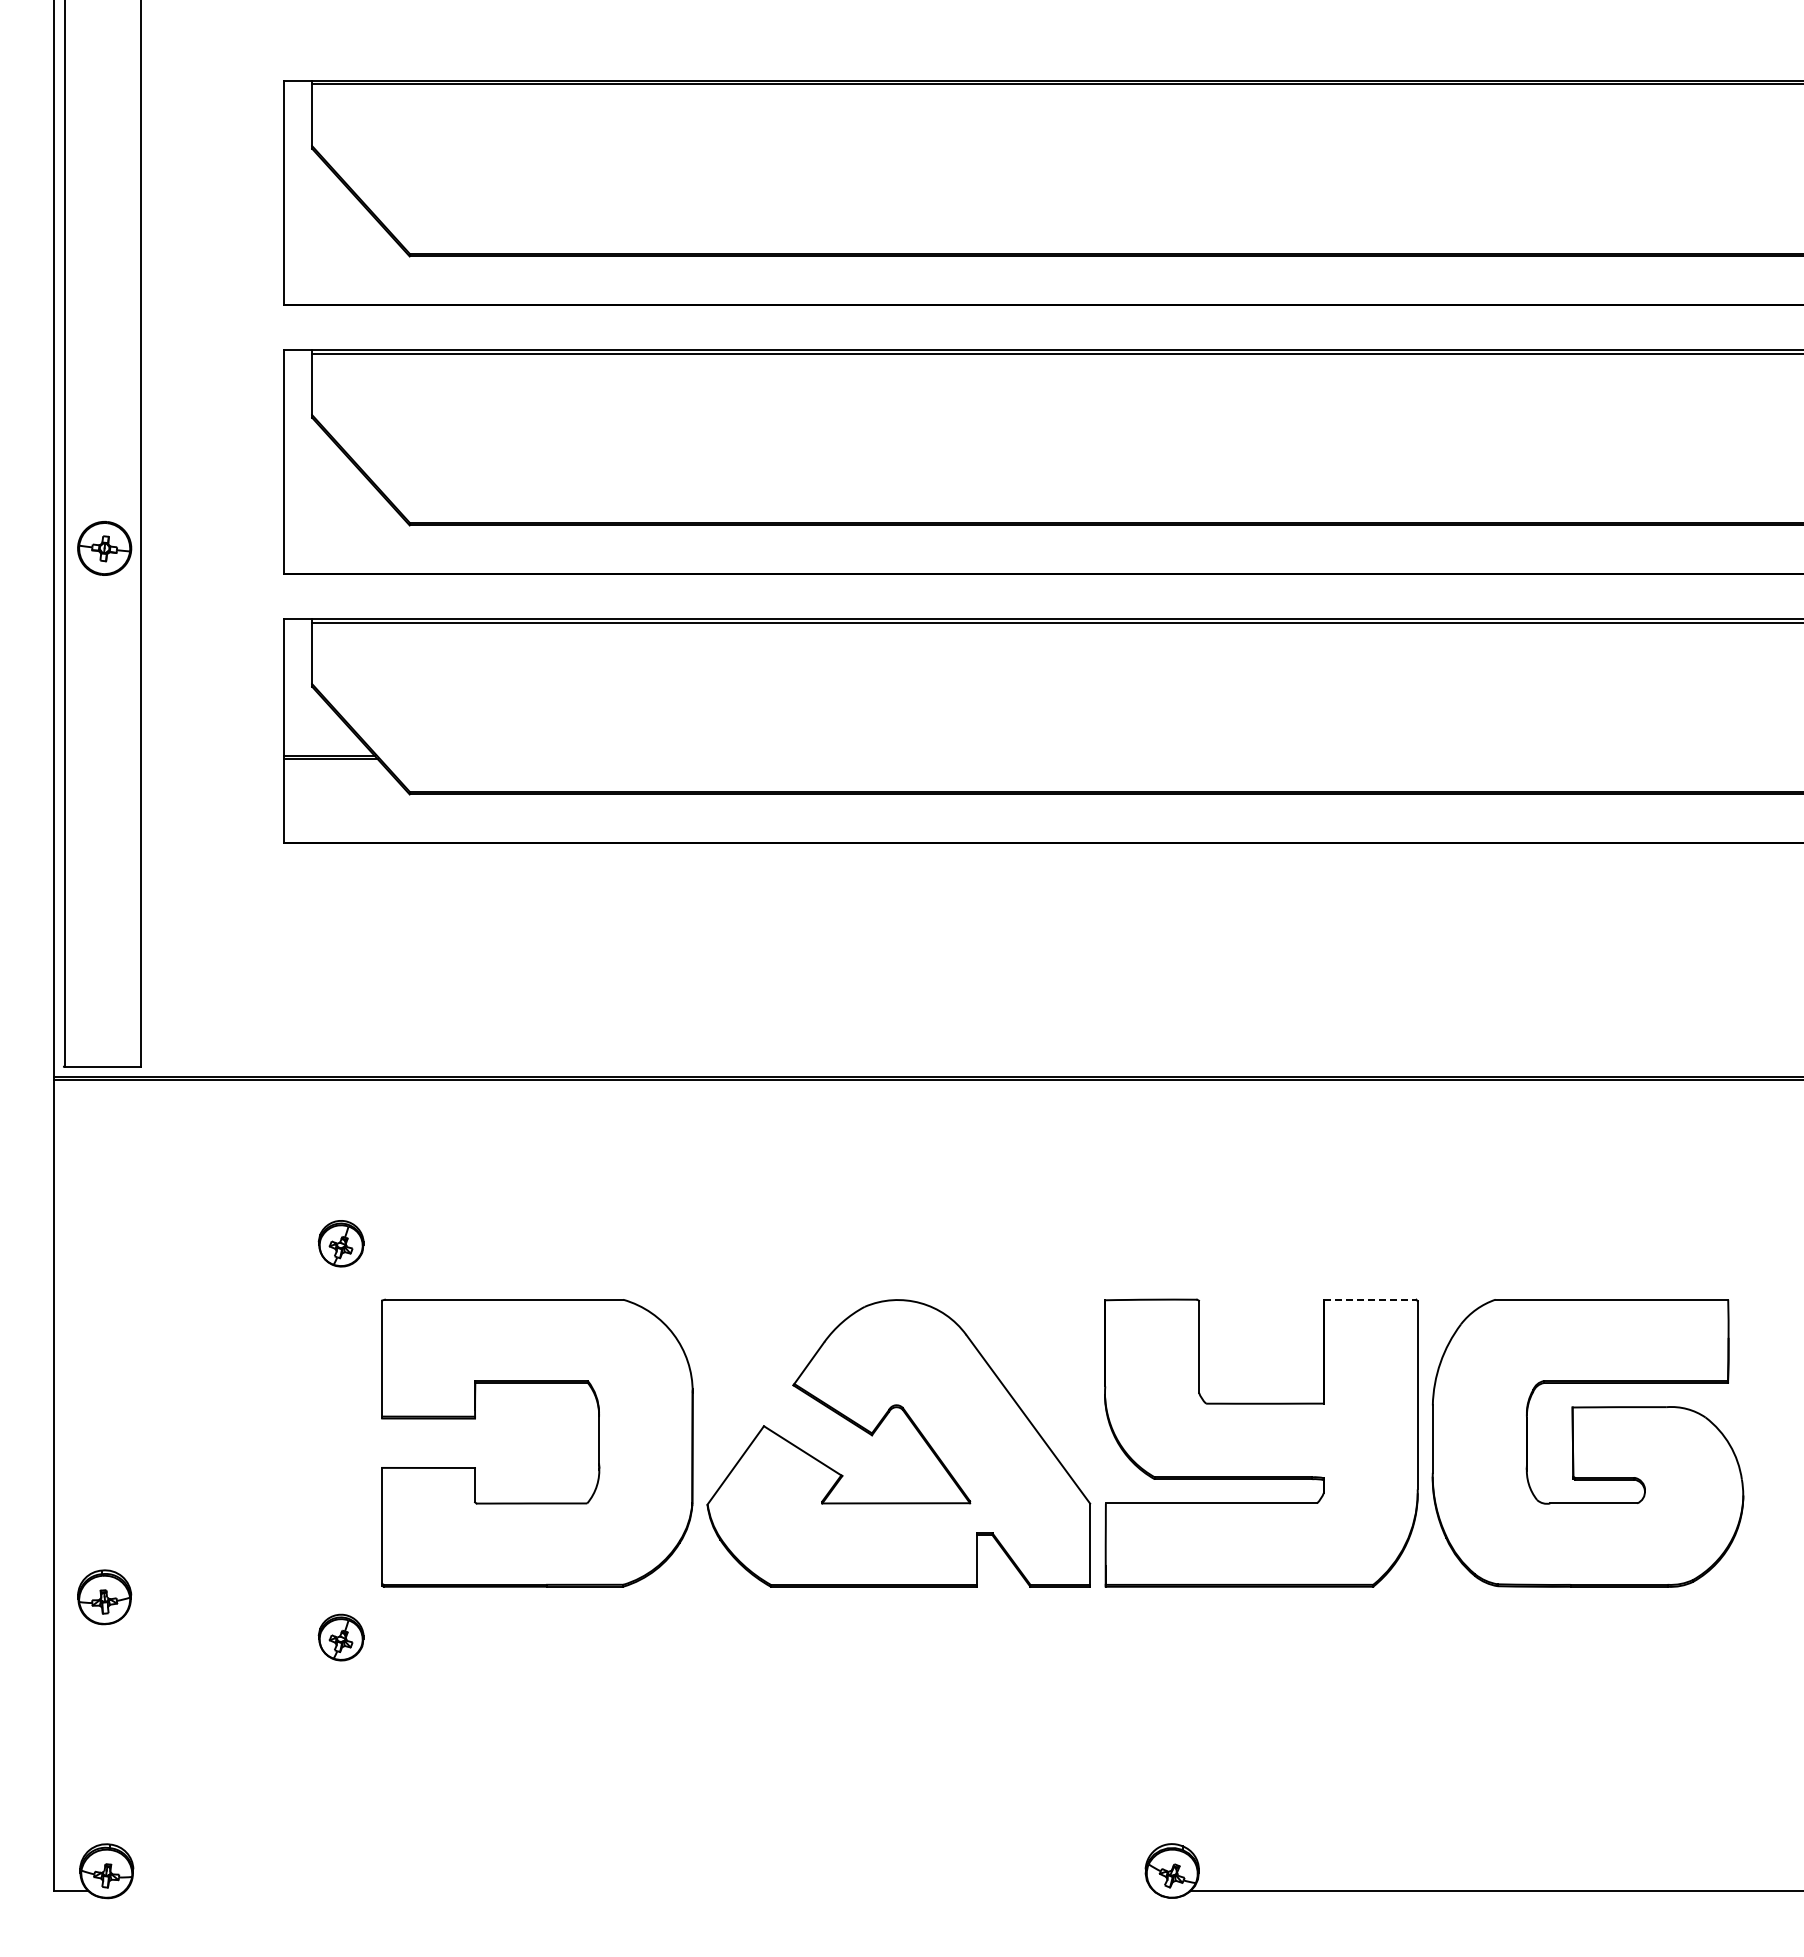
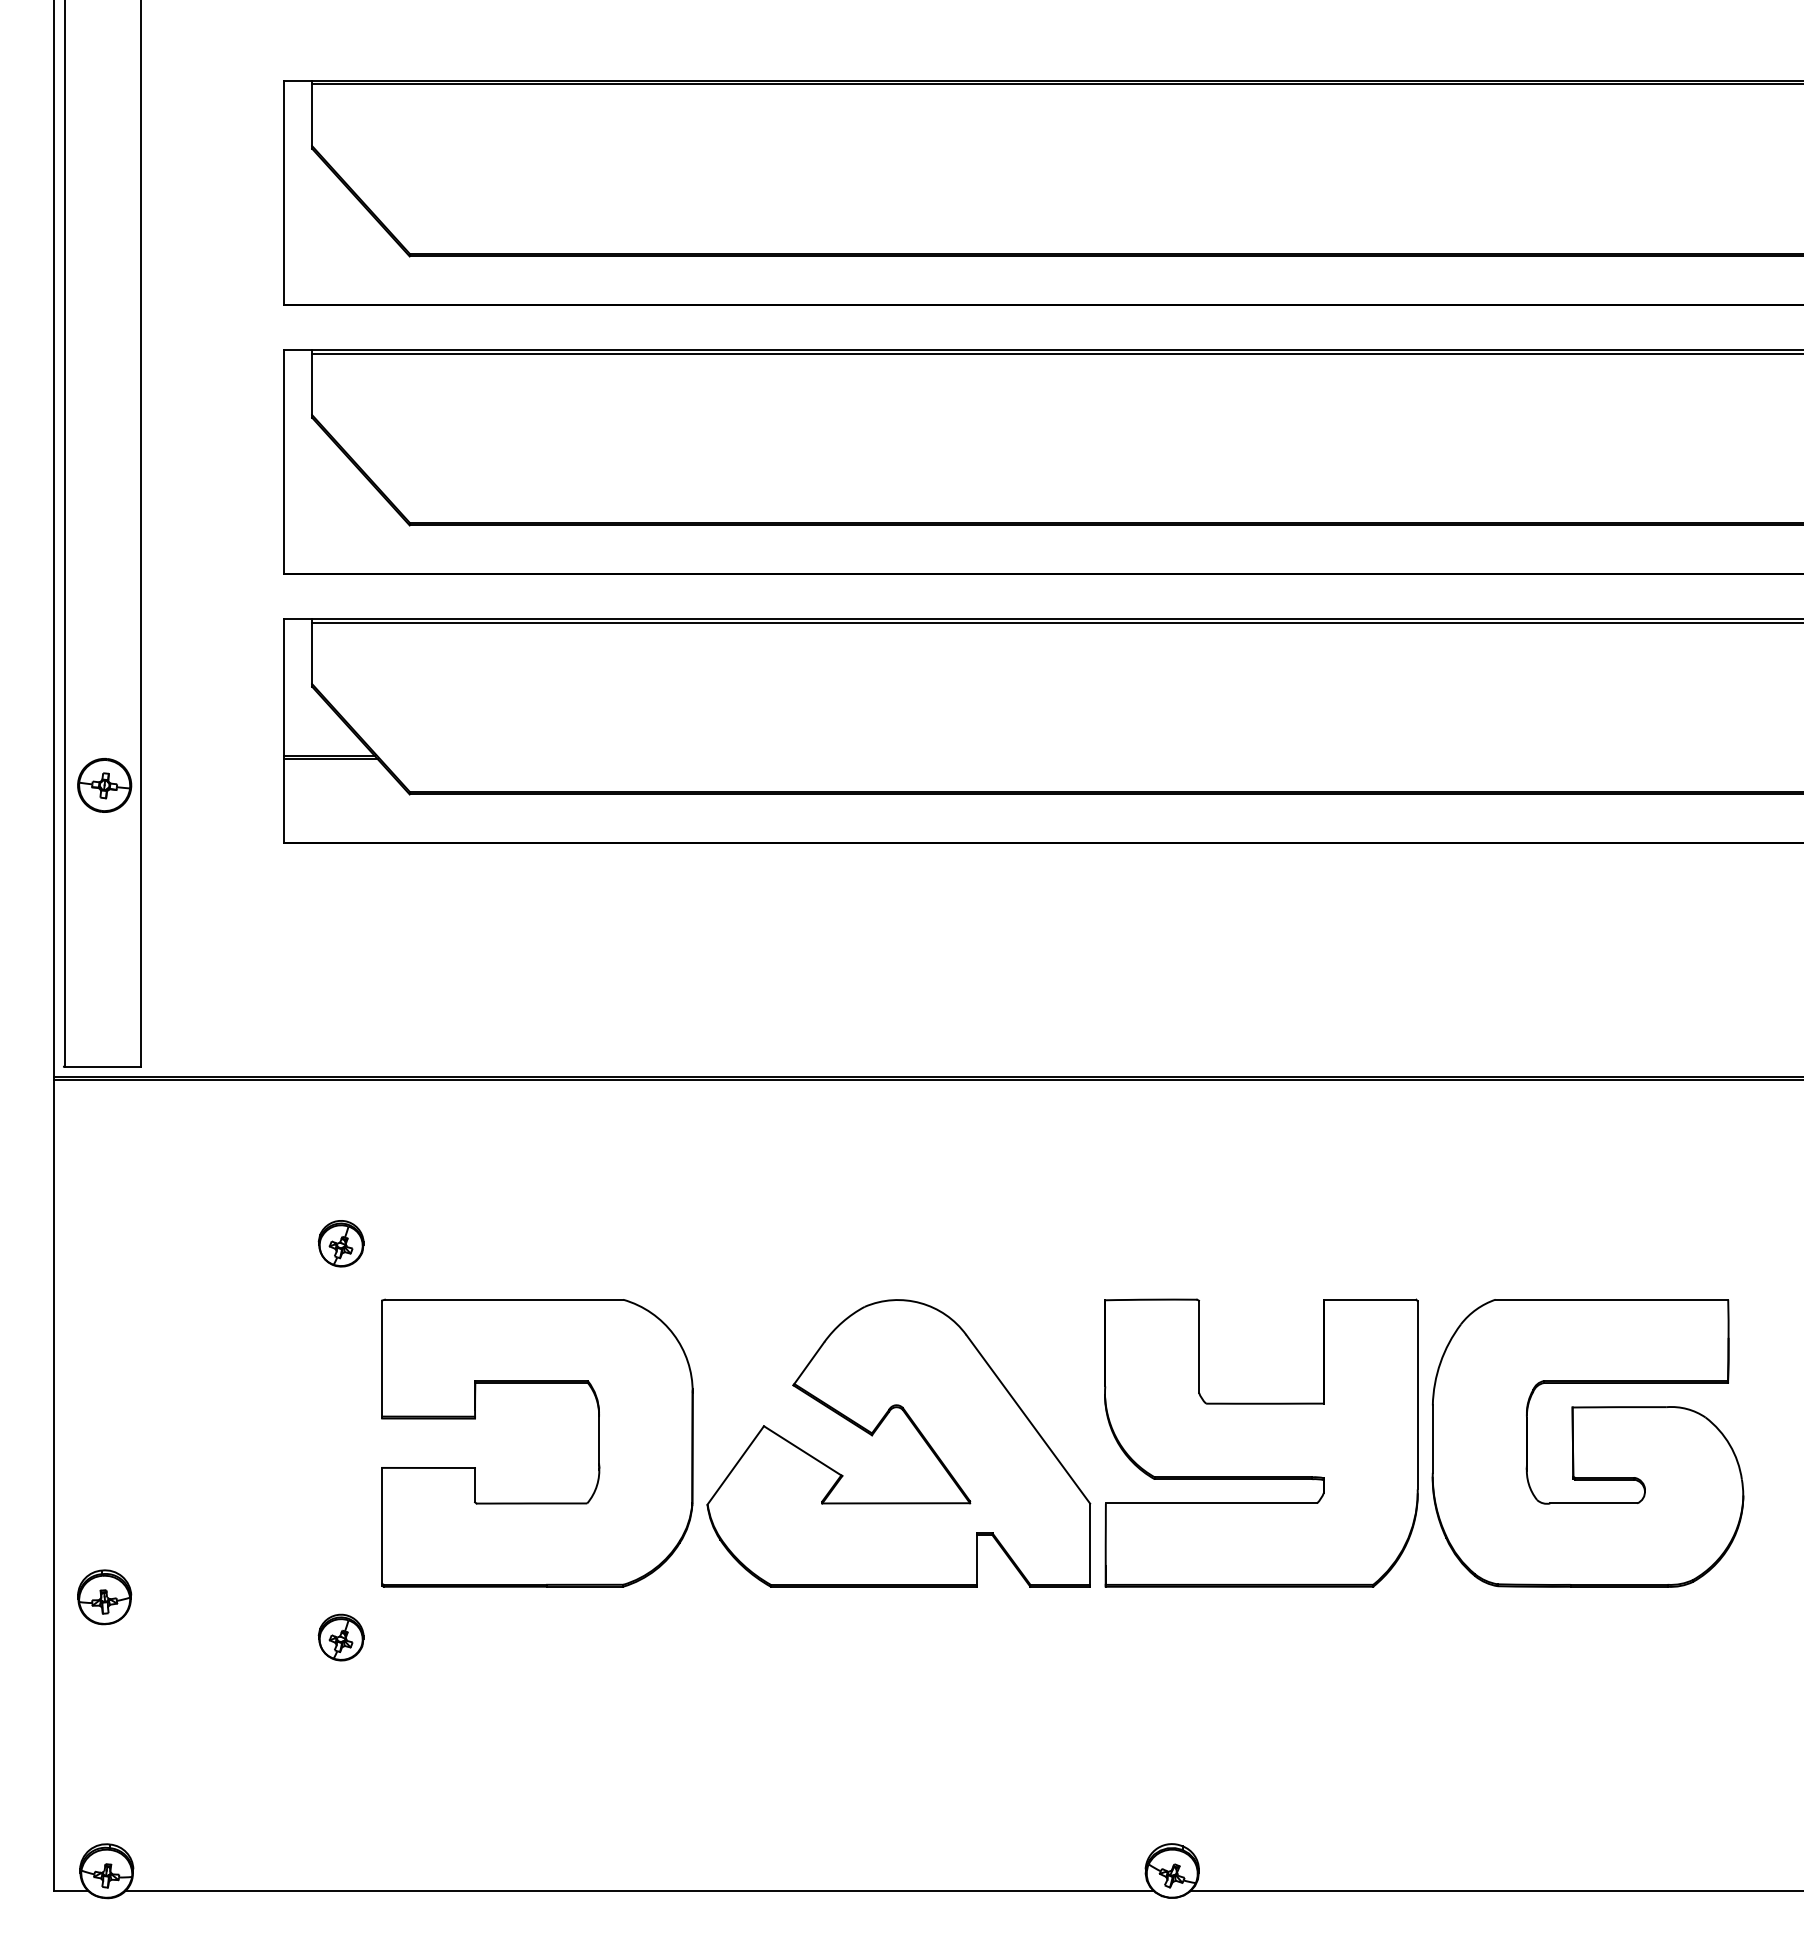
part at (104, 548) position: (104, 548) -> (104, 785)
line at (1370, 1299): dashed -> solid
line at (639, 1891): none -> present
